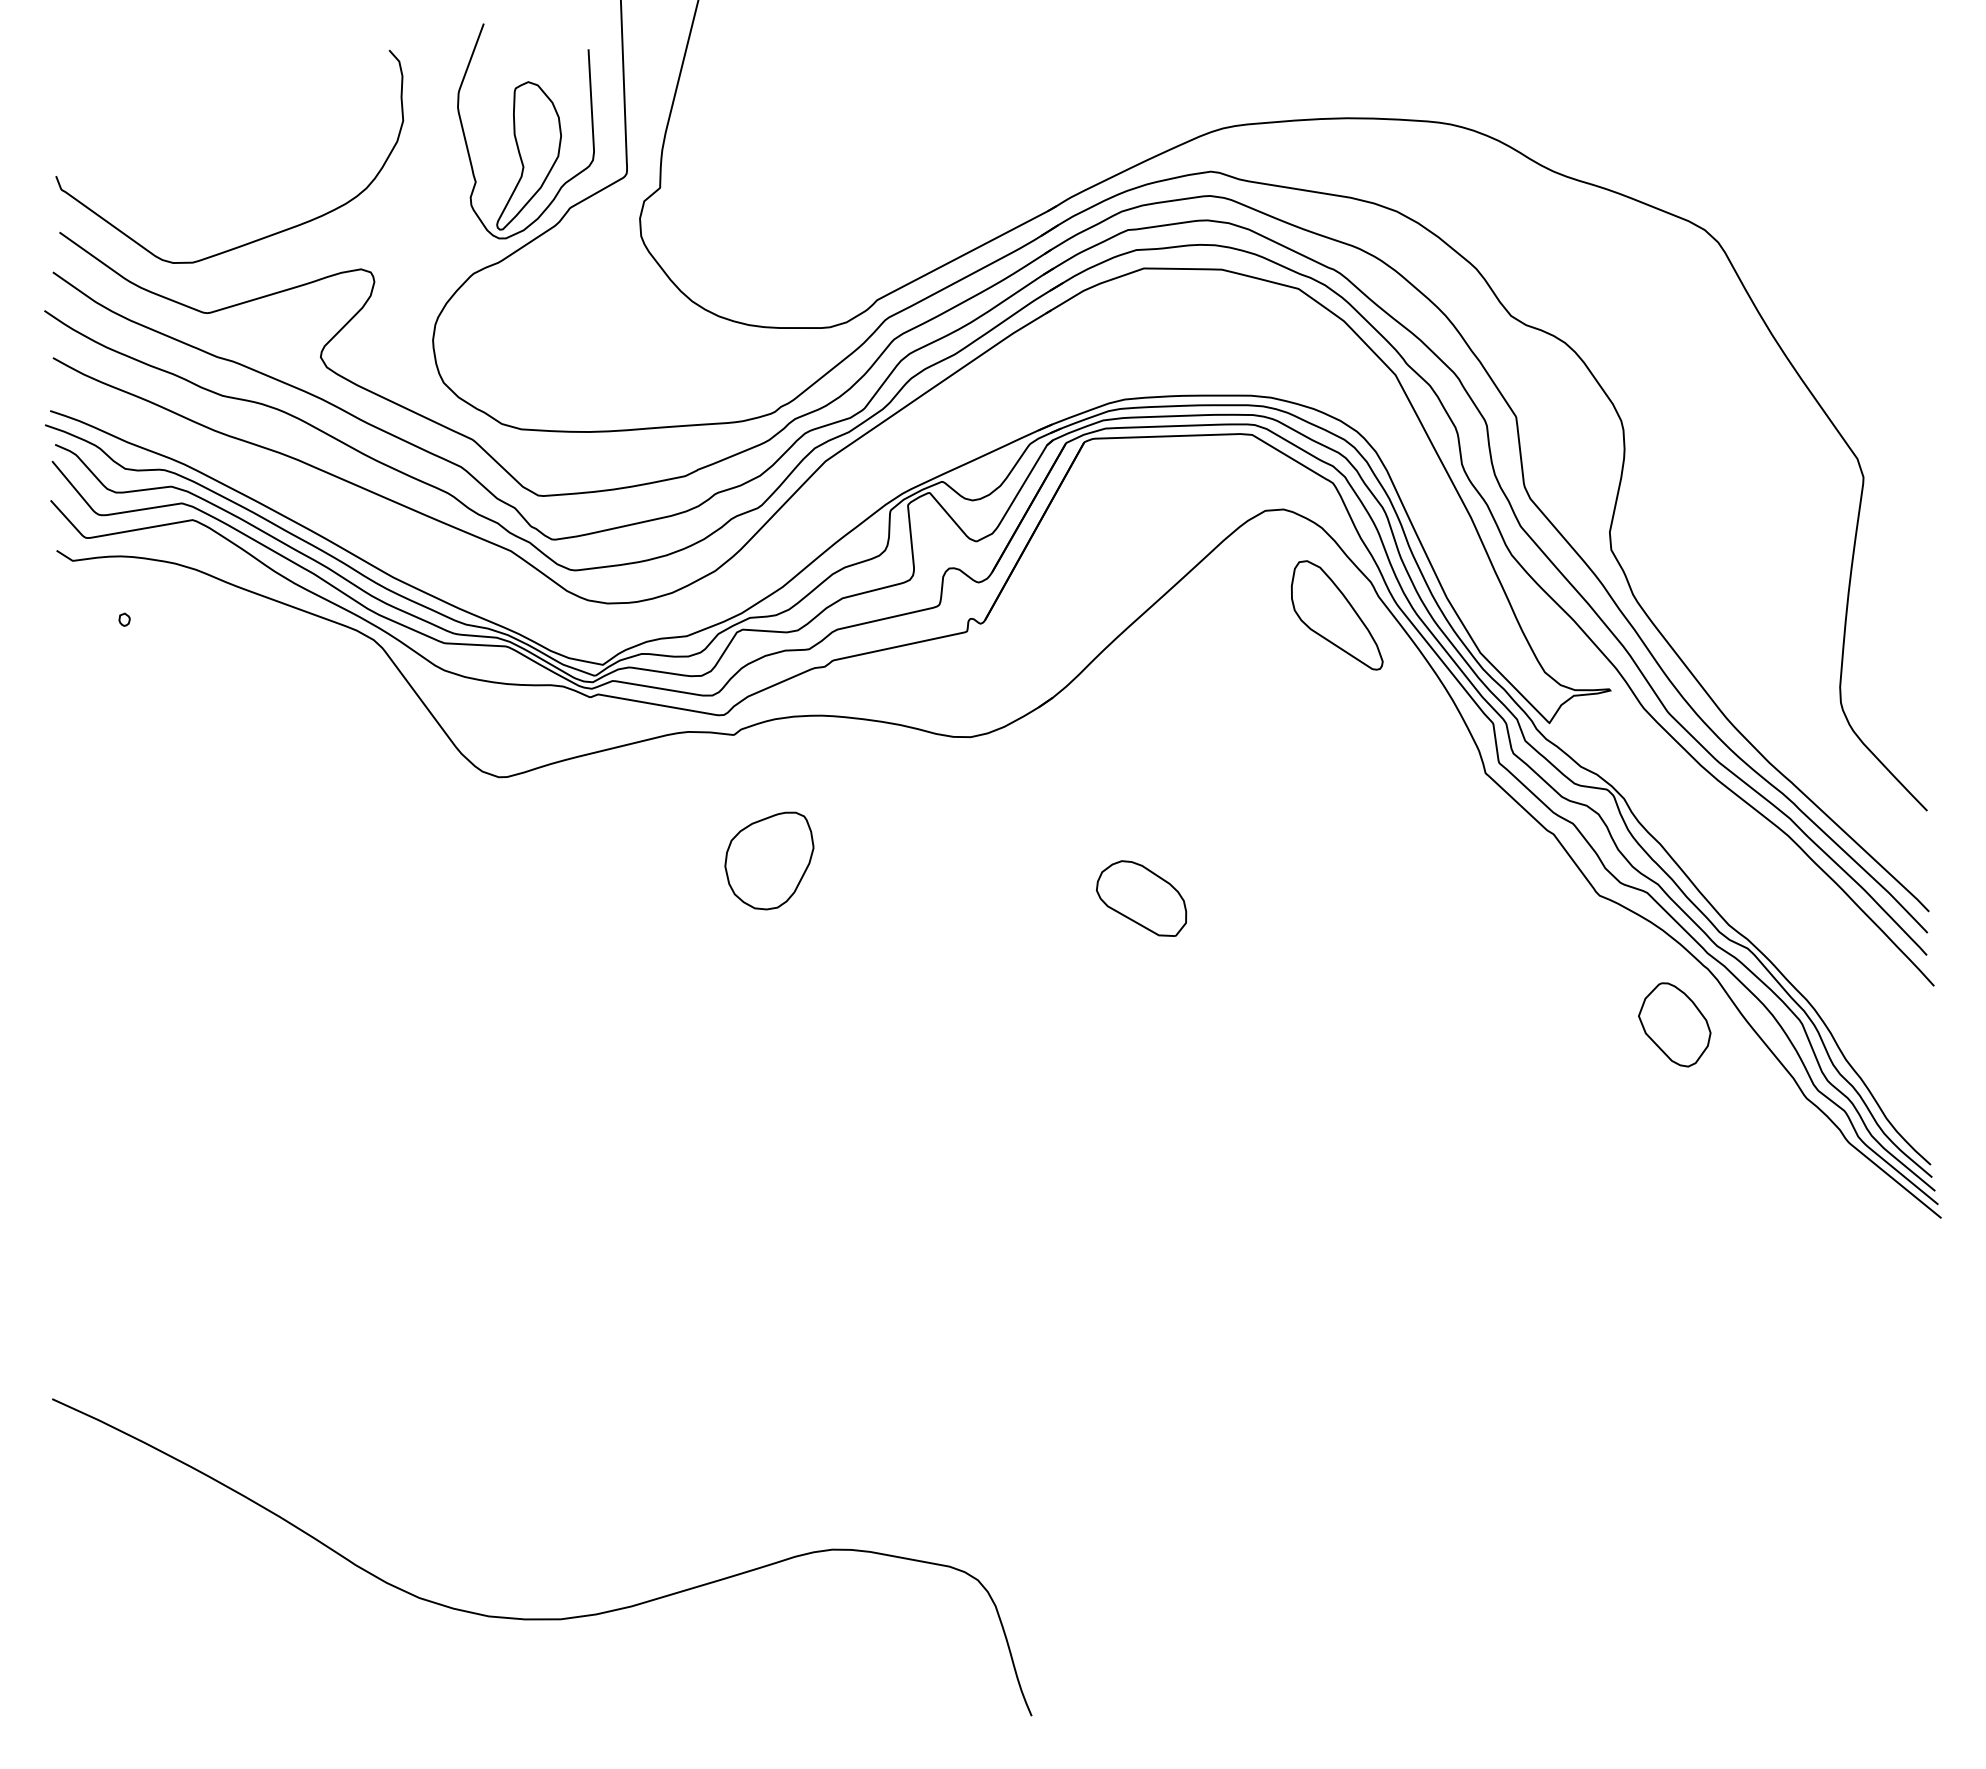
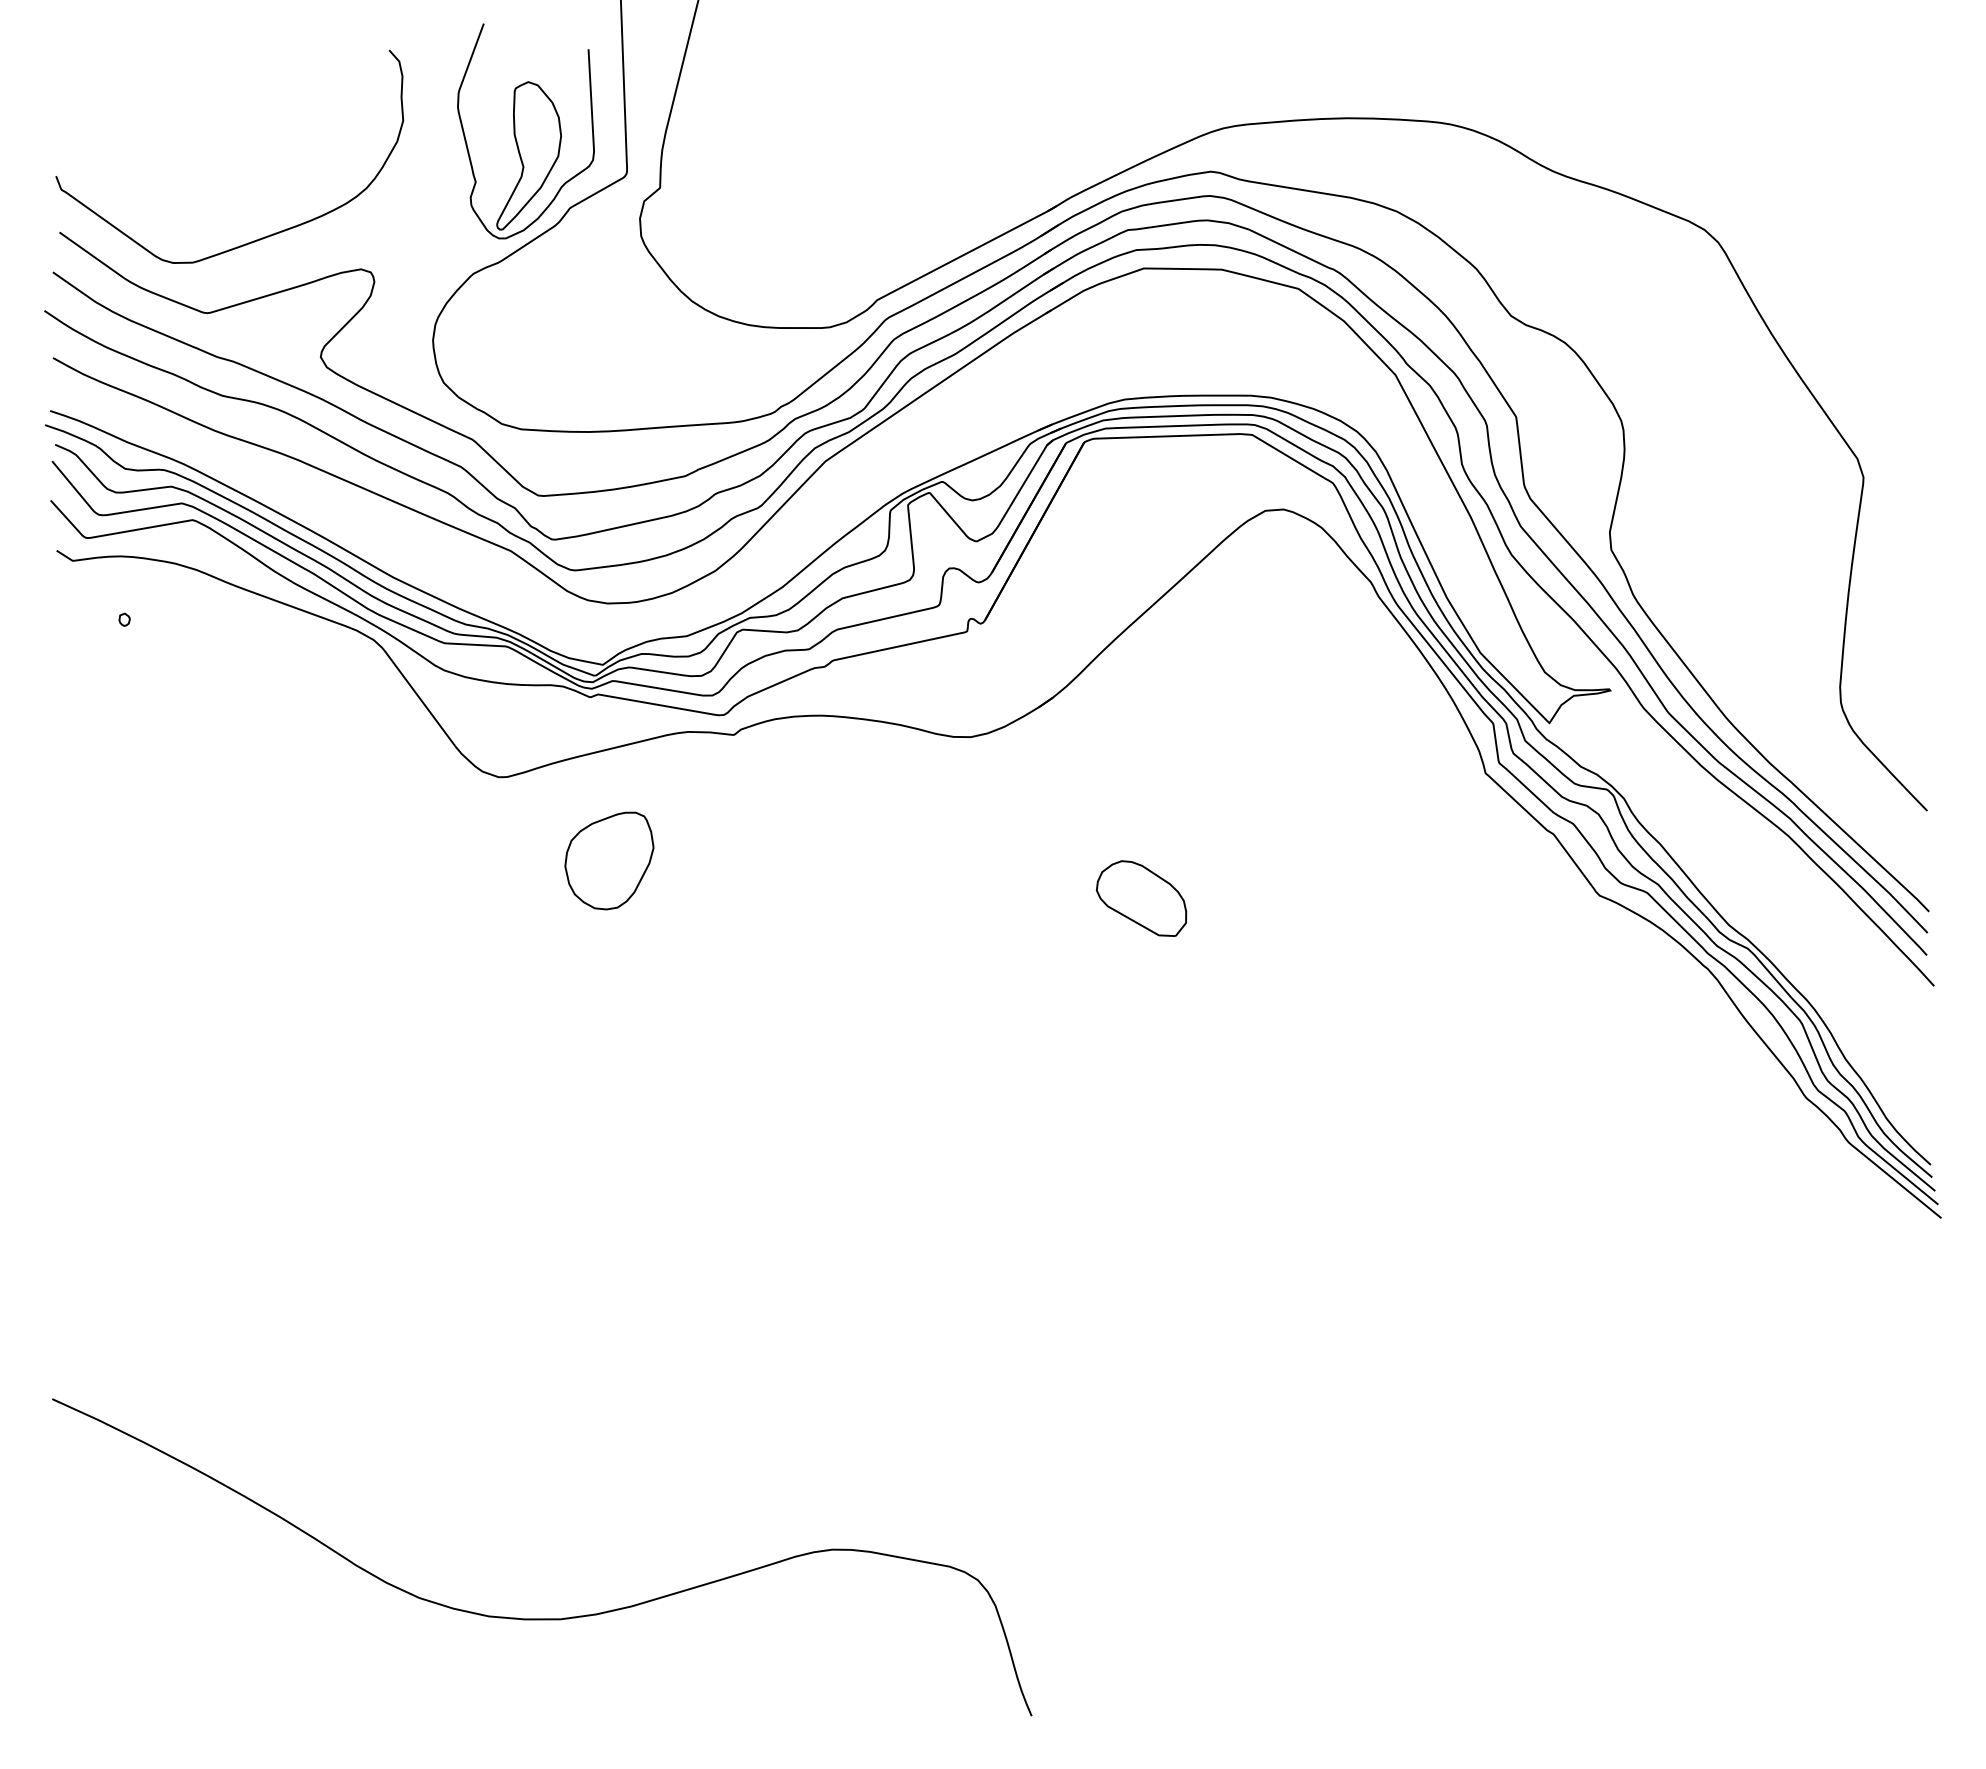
part at (1337, 615): present -> none
part at (769, 860) position: (769, 860) -> (609, 860)
part at (1674, 1024): present -> none
